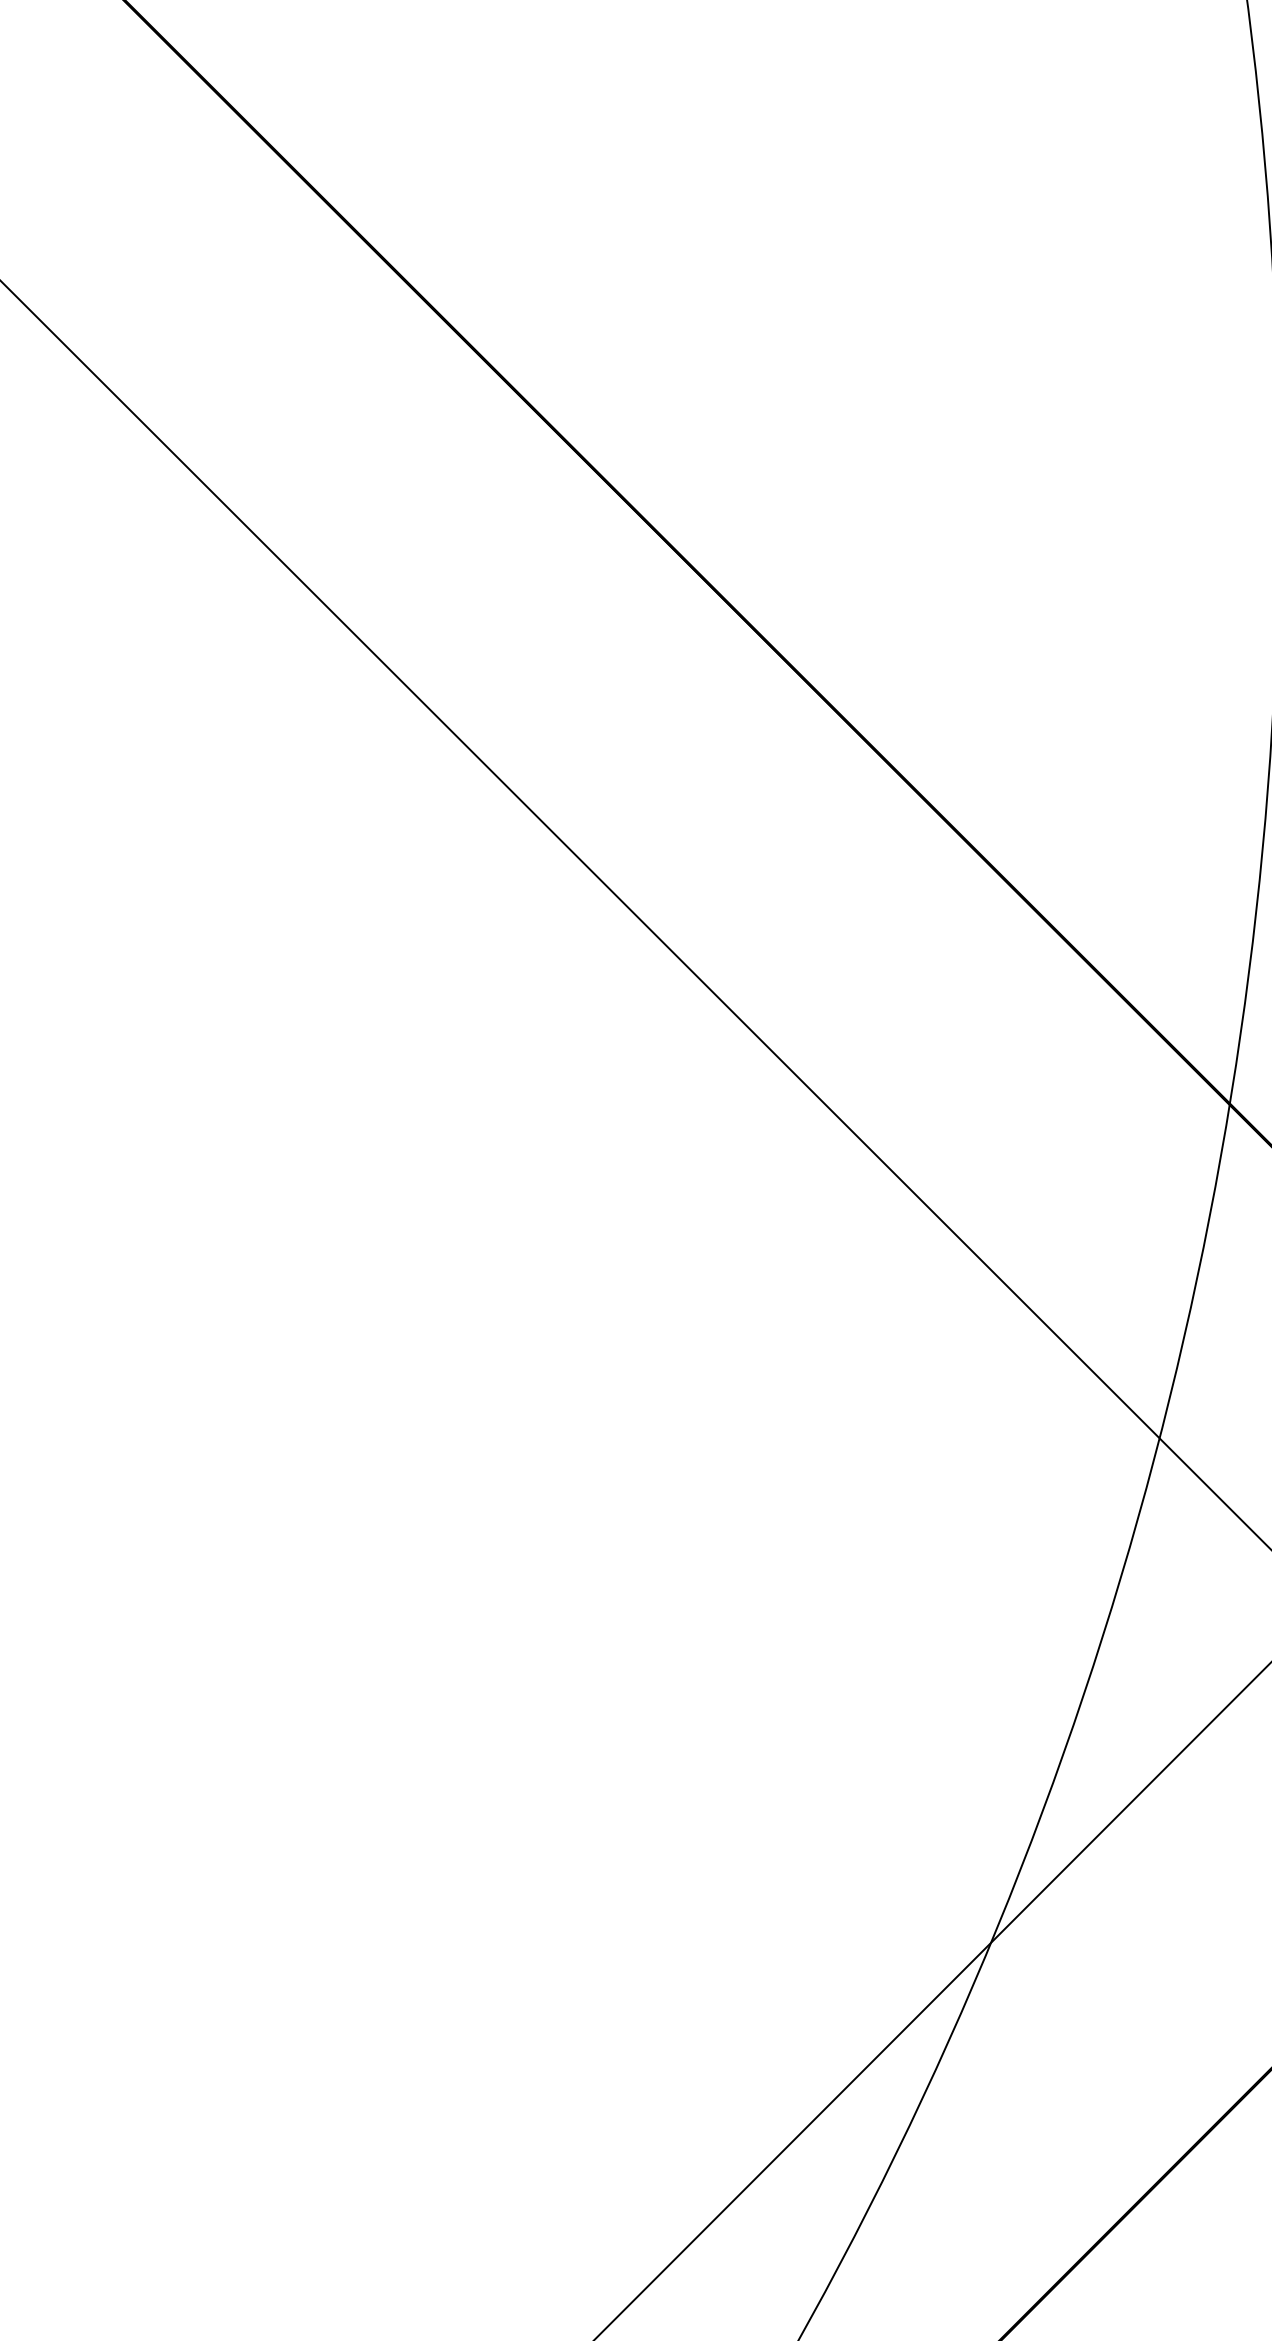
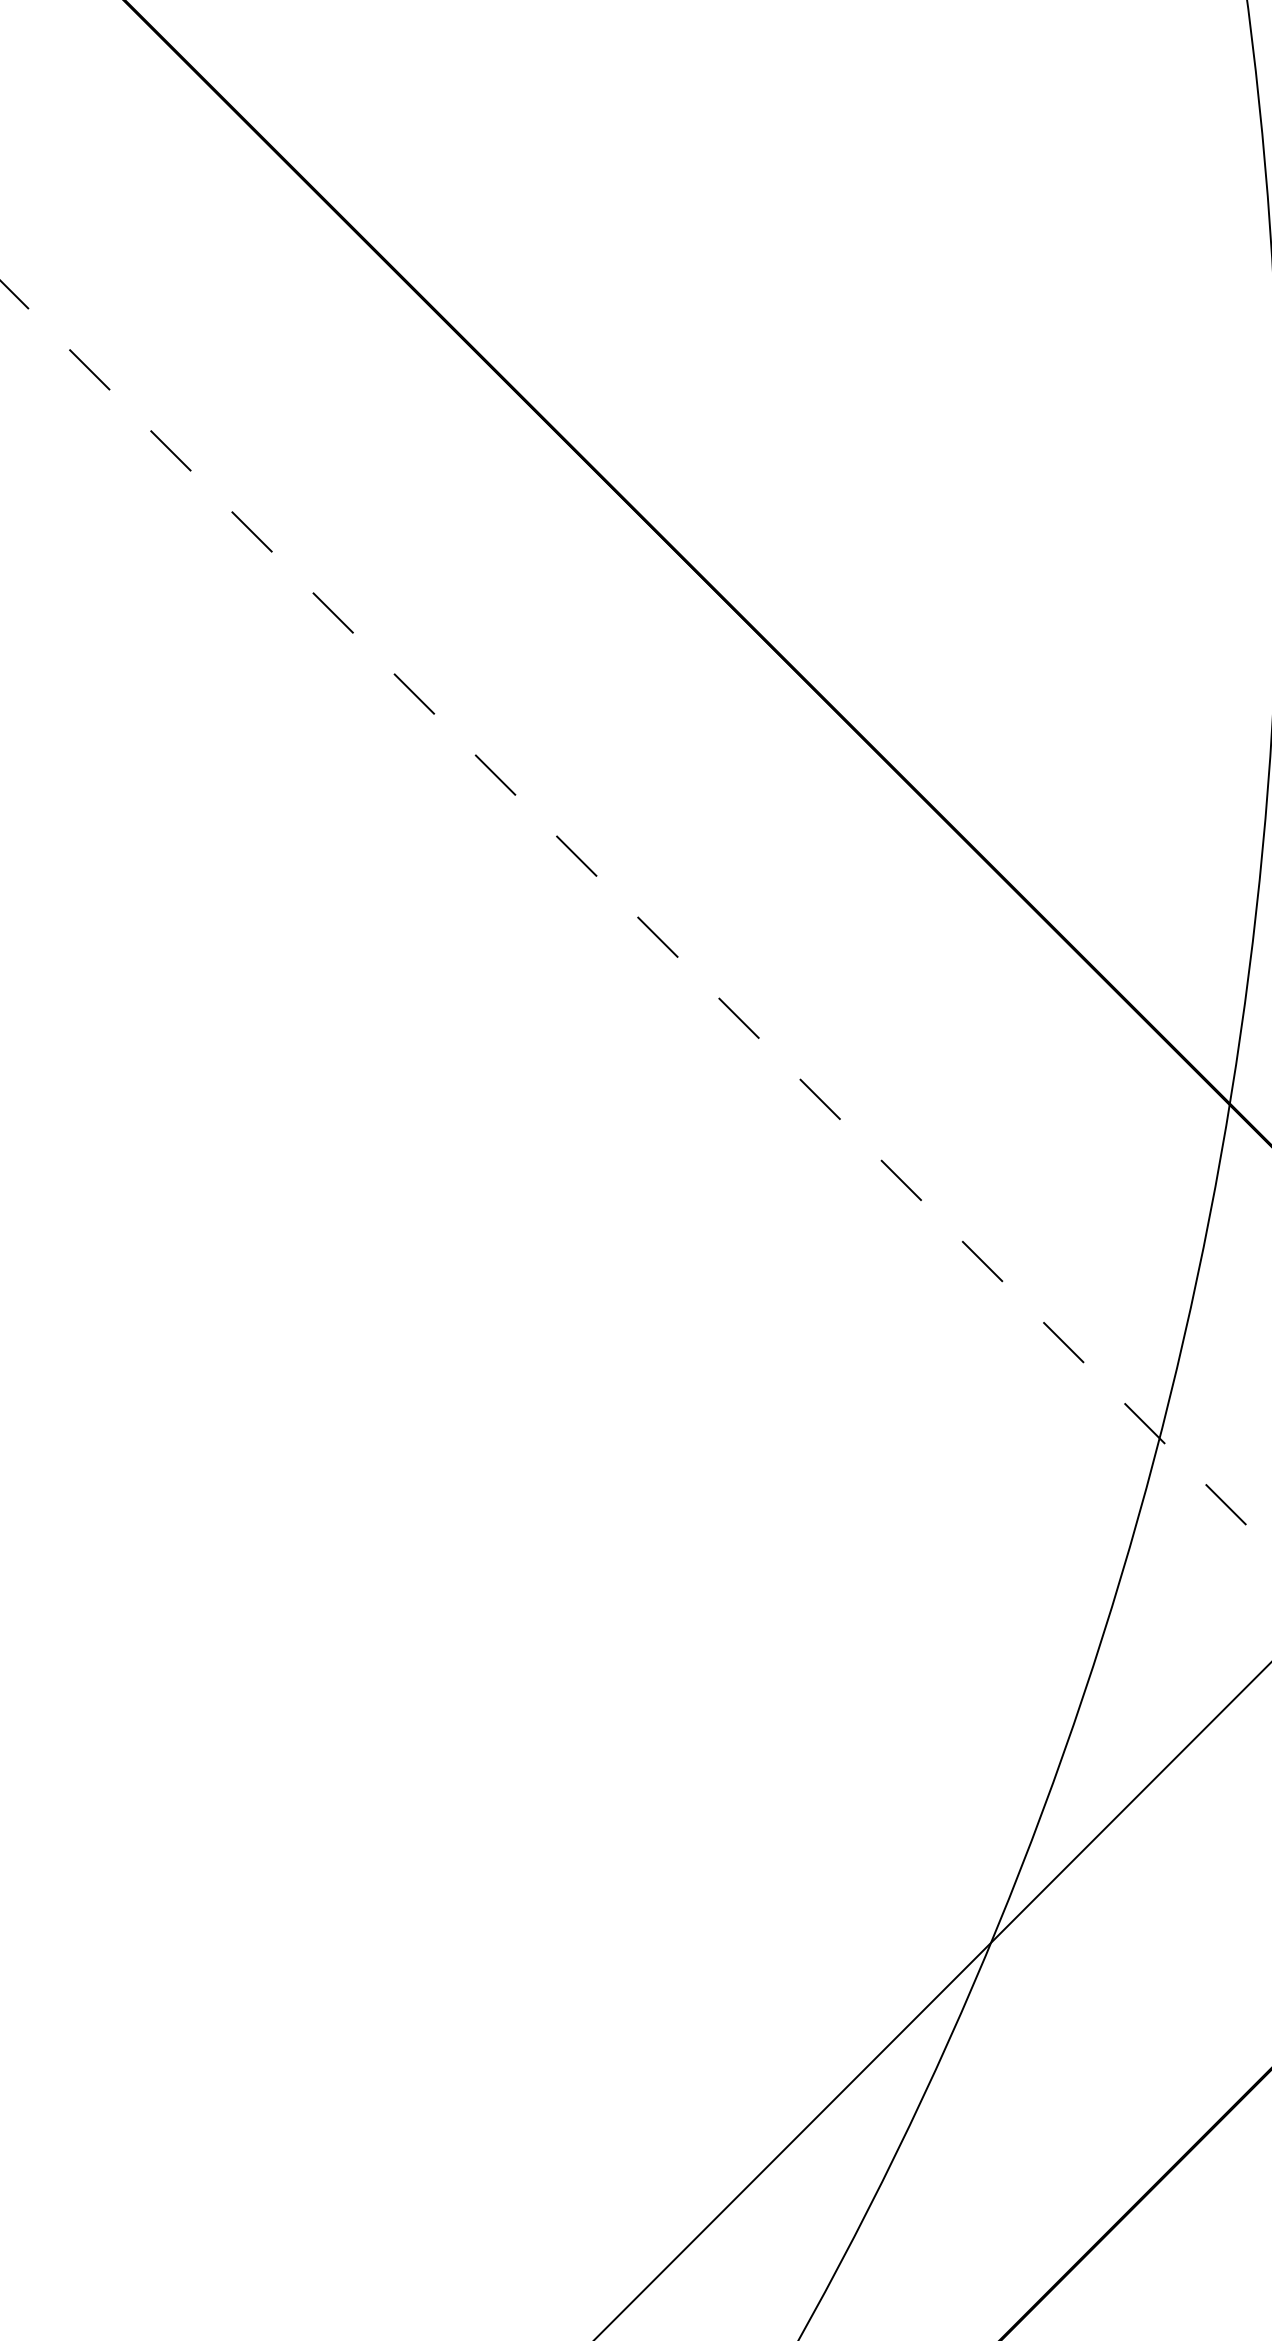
line at (635, 914): solid -> dashed
